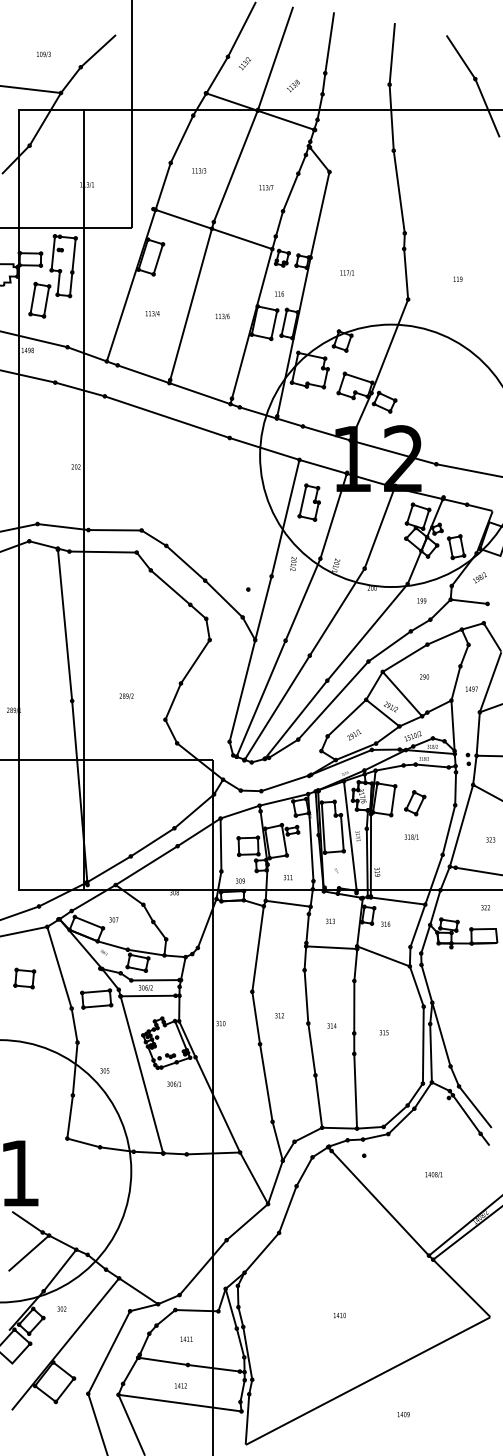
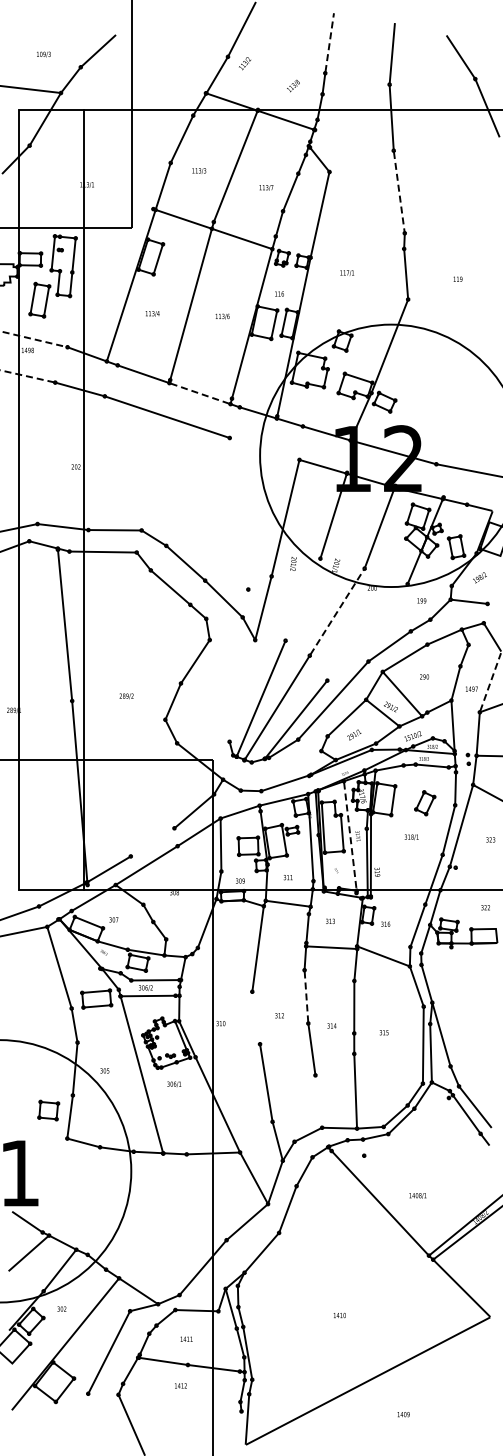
line at (329, 42): solid -> dashed
line at (275, 57): present -> none
line at (399, 192): solid -> dashed
line at (33, 339): solid -> dashed
line at (27, 376): solid -> dashed
line at (199, 393): solid -> dashed
line at (264, 448): present -> none
part at (308, 502): present -> none
line at (302, 599): present -> none
line at (337, 611): solid -> dashed
line at (367, 632): present -> none
line at (490, 682): solid -> dashed
line at (241, 690): present -> none
part at (415, 803) position: (415, 803) -> (425, 803)
line at (350, 836): solid -> dashed
line at (152, 842): present -> none
line at (475, 870): present -> none
line at (398, 900): present -> none
part at (24, 978) position: (24, 978) -> (48, 1110)
line at (306, 997): solid -> dashed
line at (255, 1017): present -> none
line at (318, 1101): present -> none
text at (433, 1174) position: (433, 1174) -> (417, 1195)
line at (179, 1403): present -> none
line at (97, 1423): present -> none
